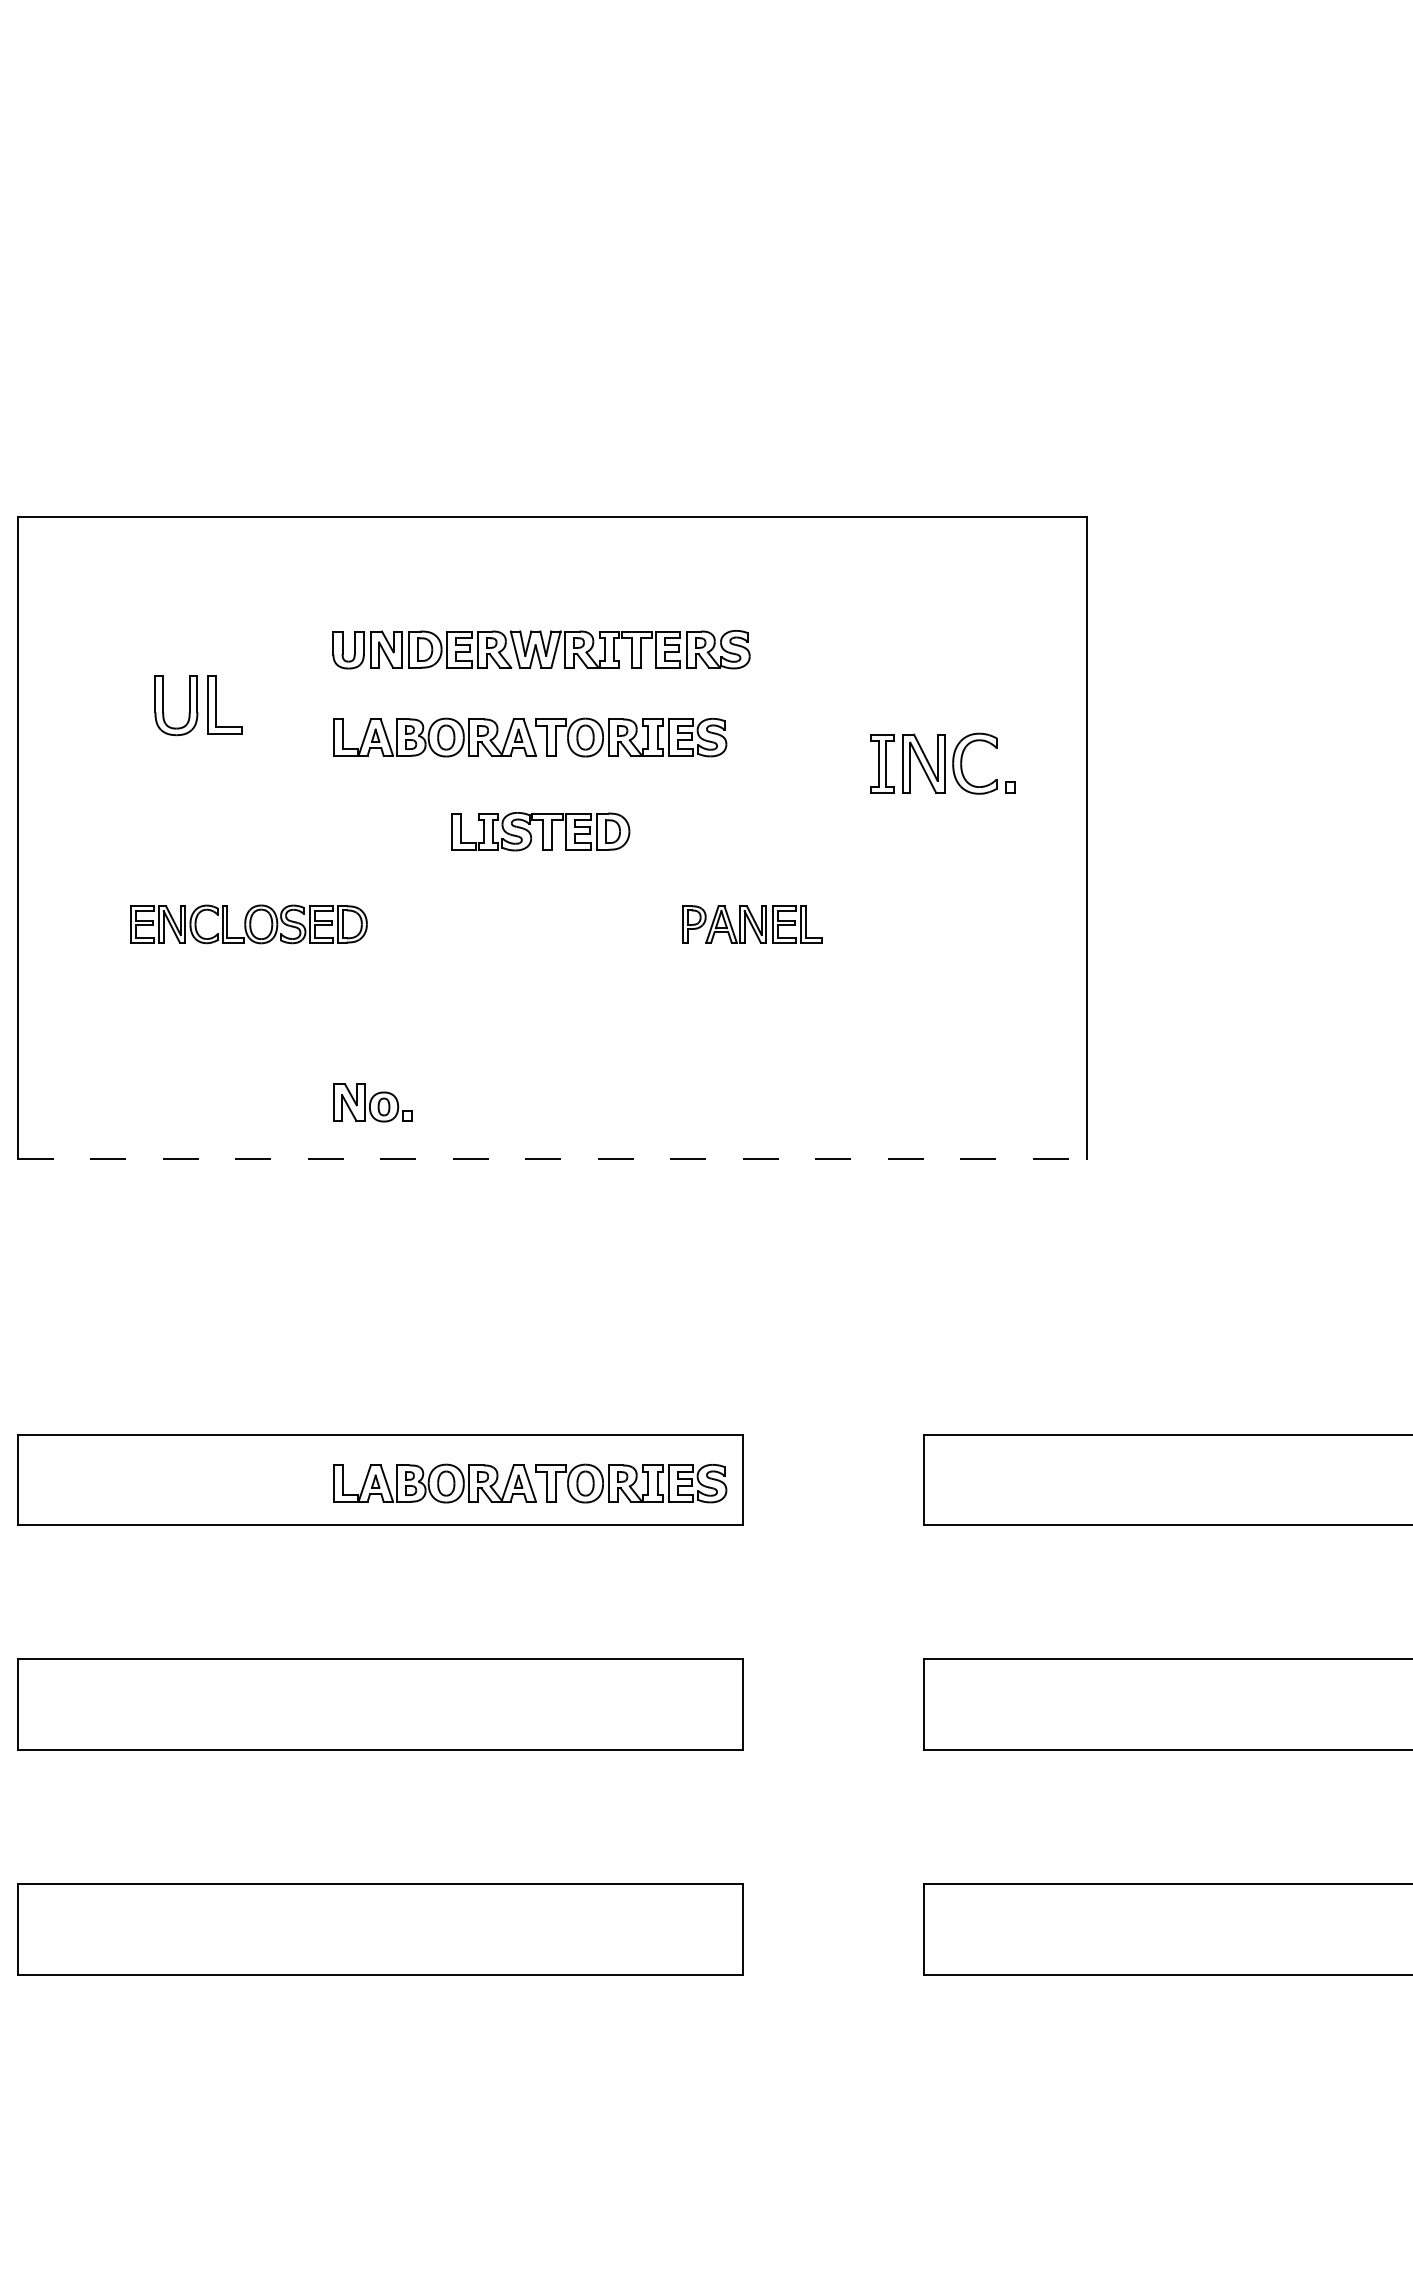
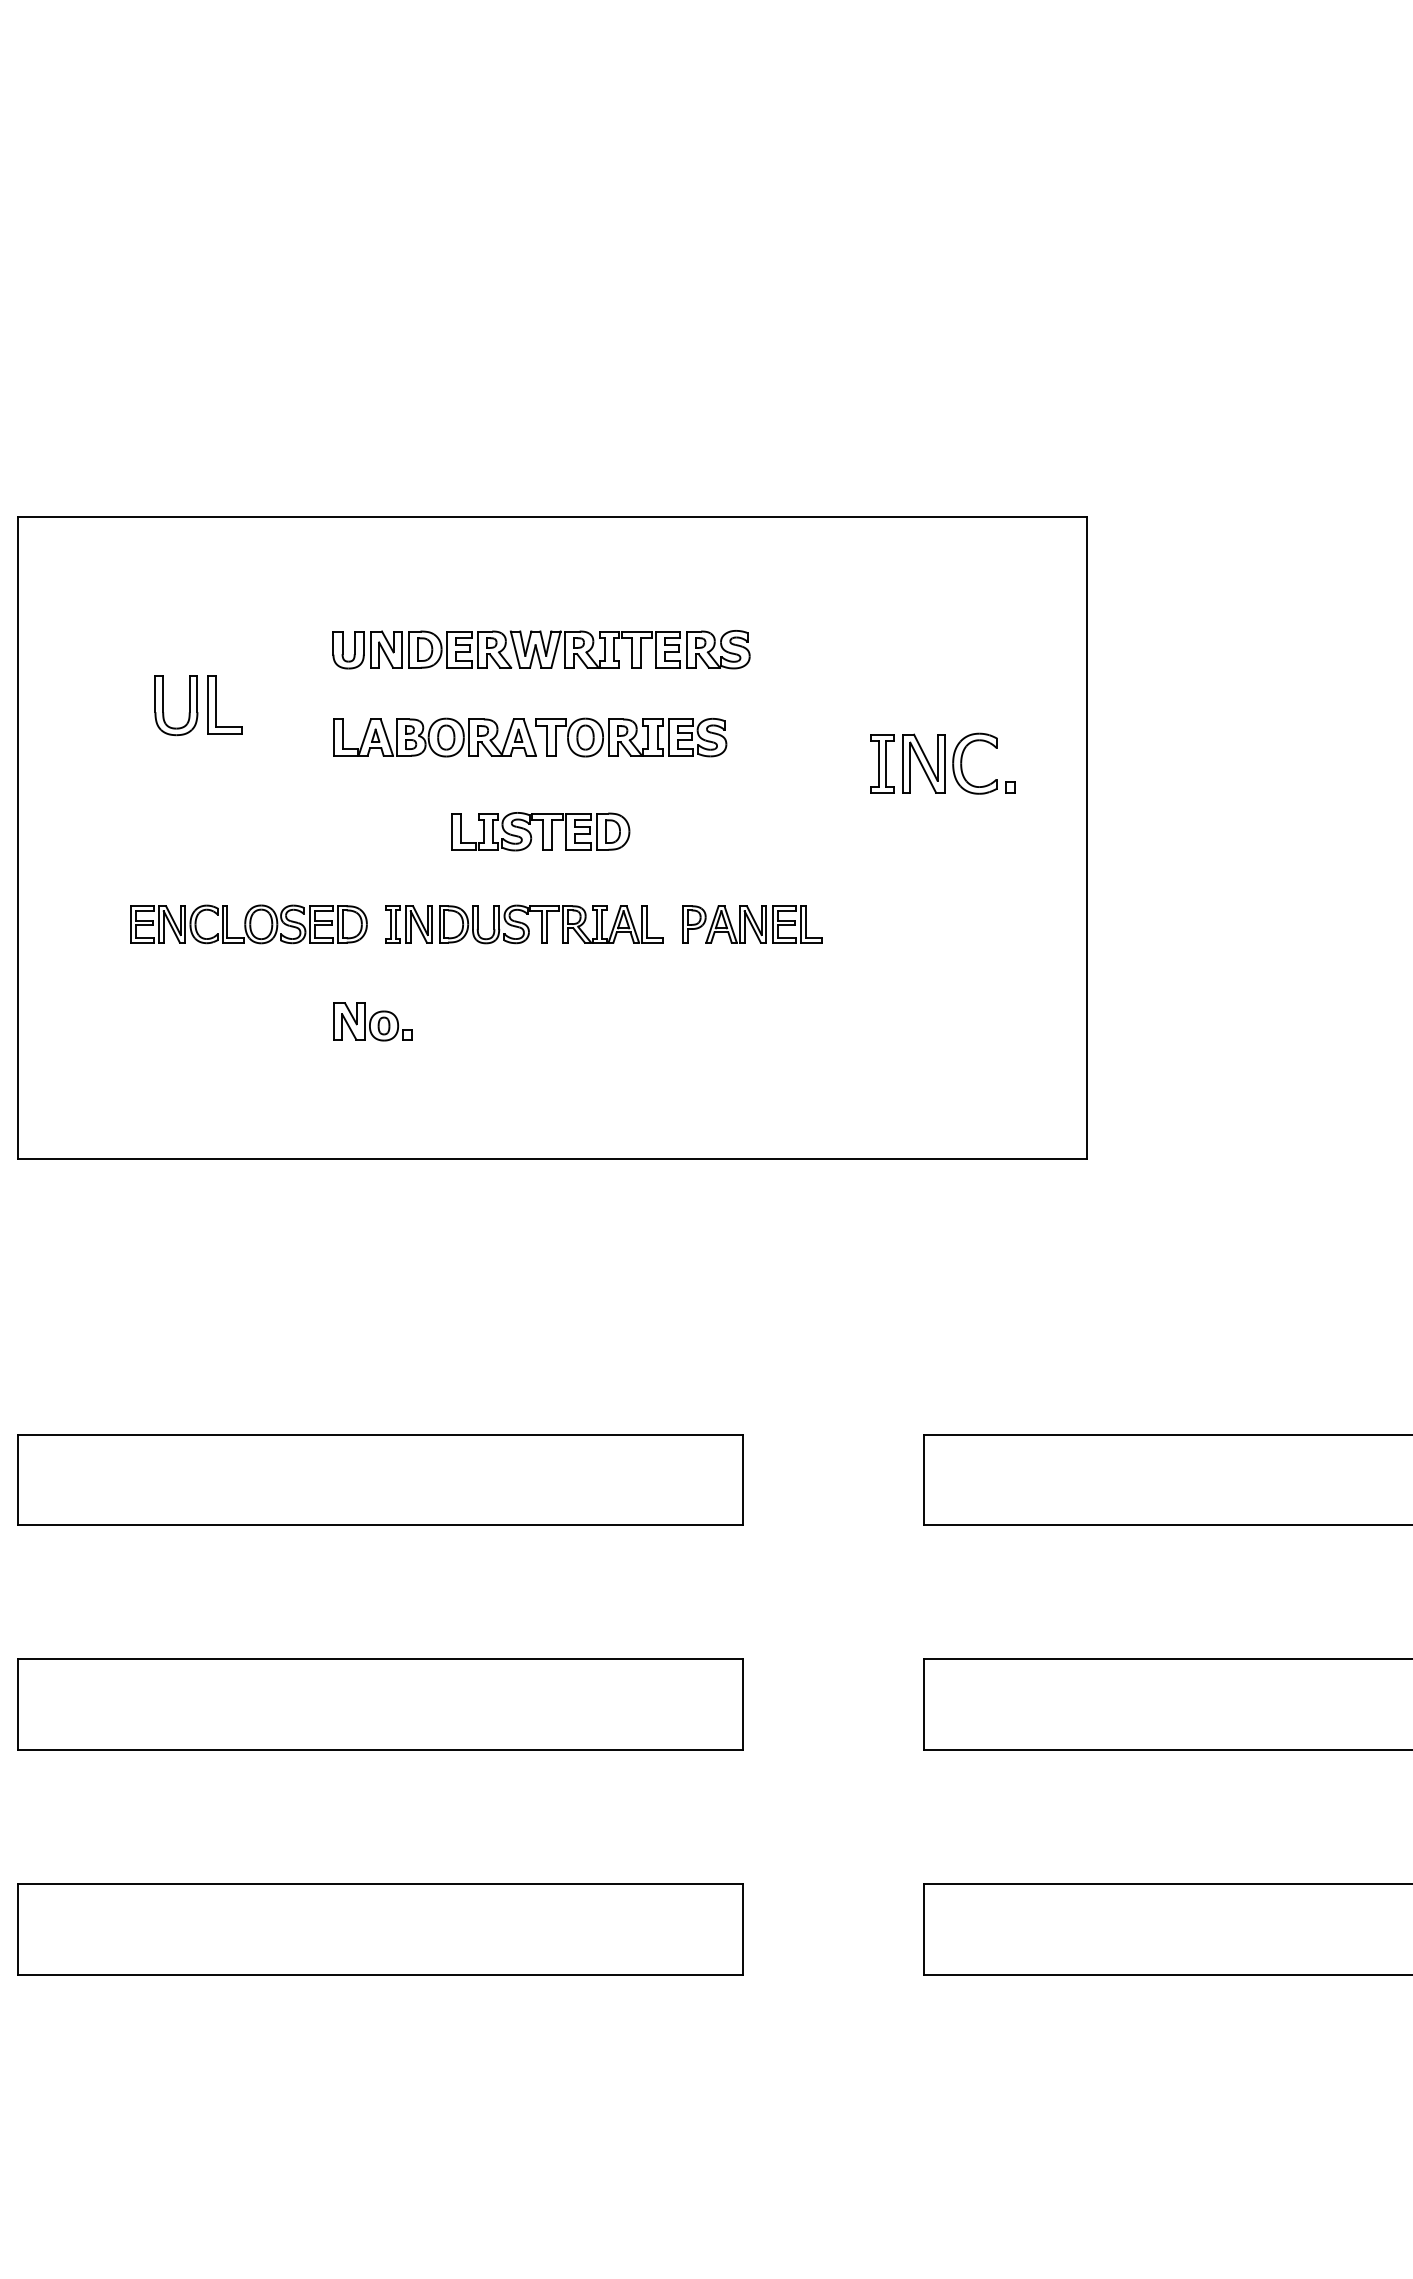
part at (524, 924): none -> present
part at (372, 1102) position: (372, 1102) -> (372, 1021)
line at (552, 1159): dashed -> solid
part at (530, 1483): present -> none
